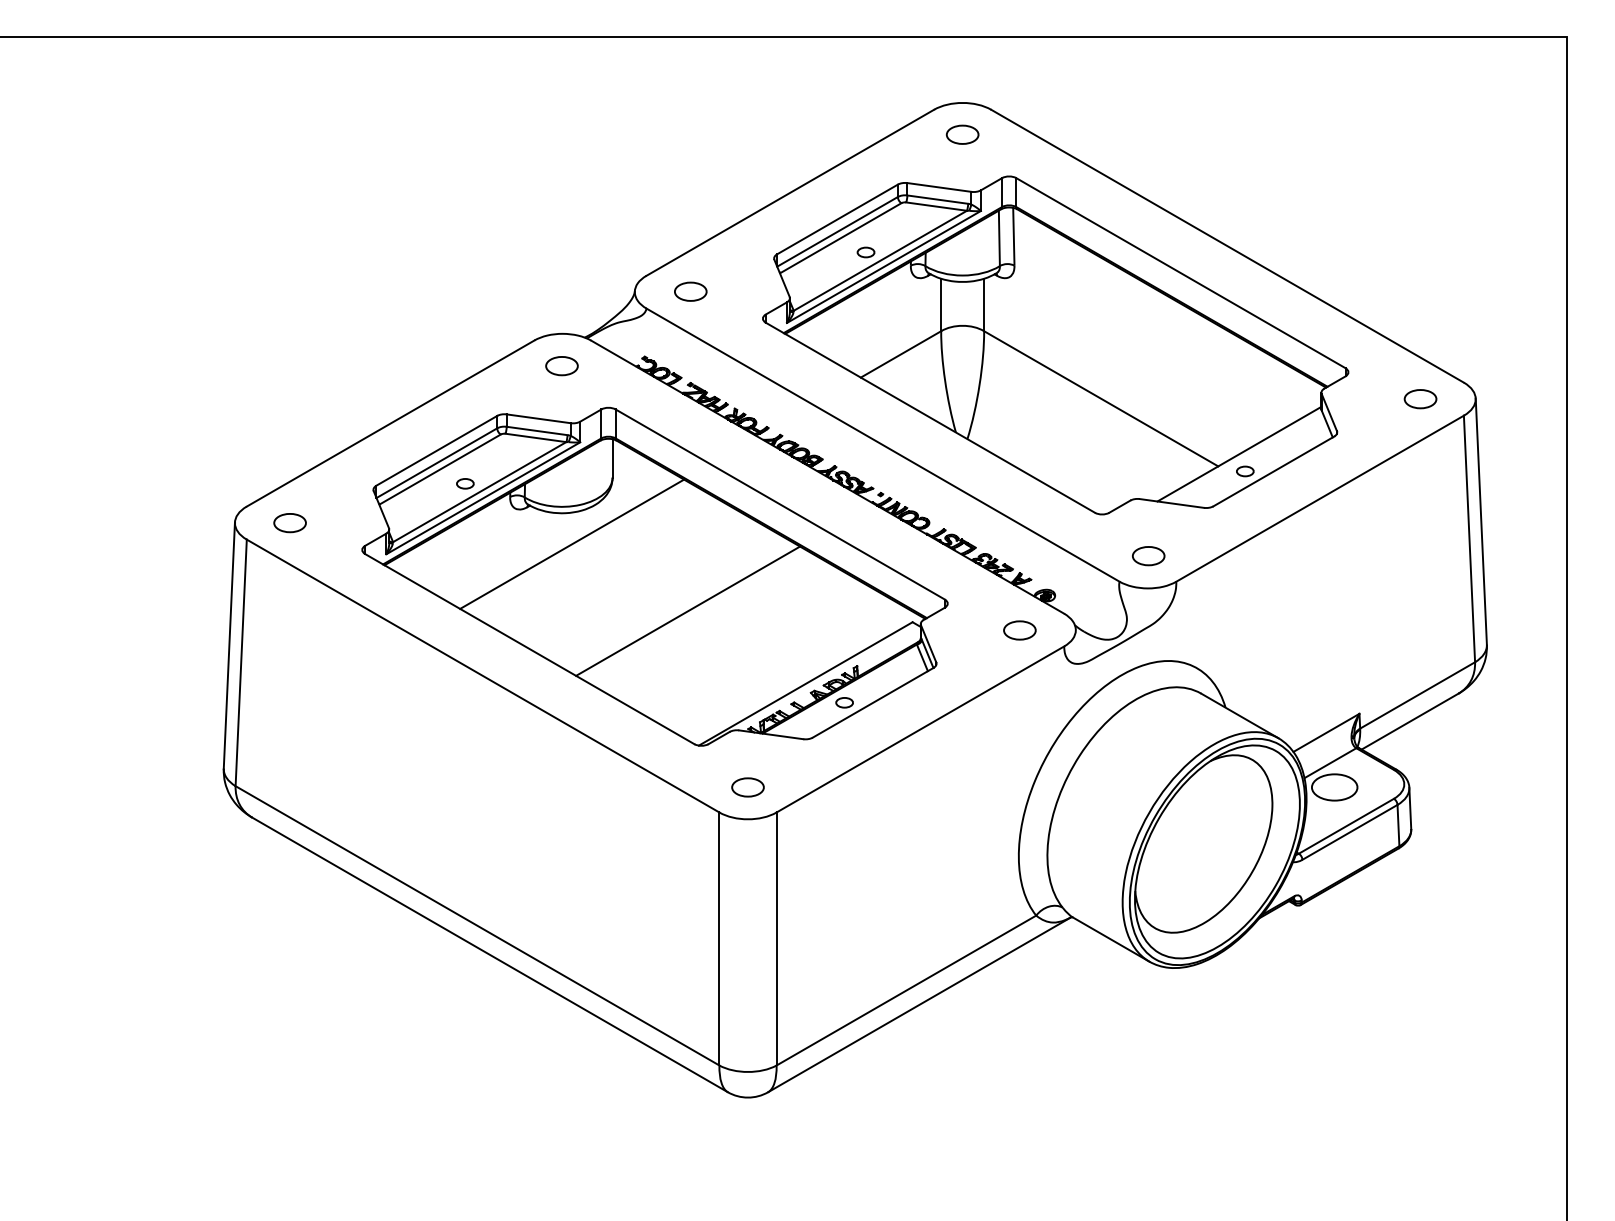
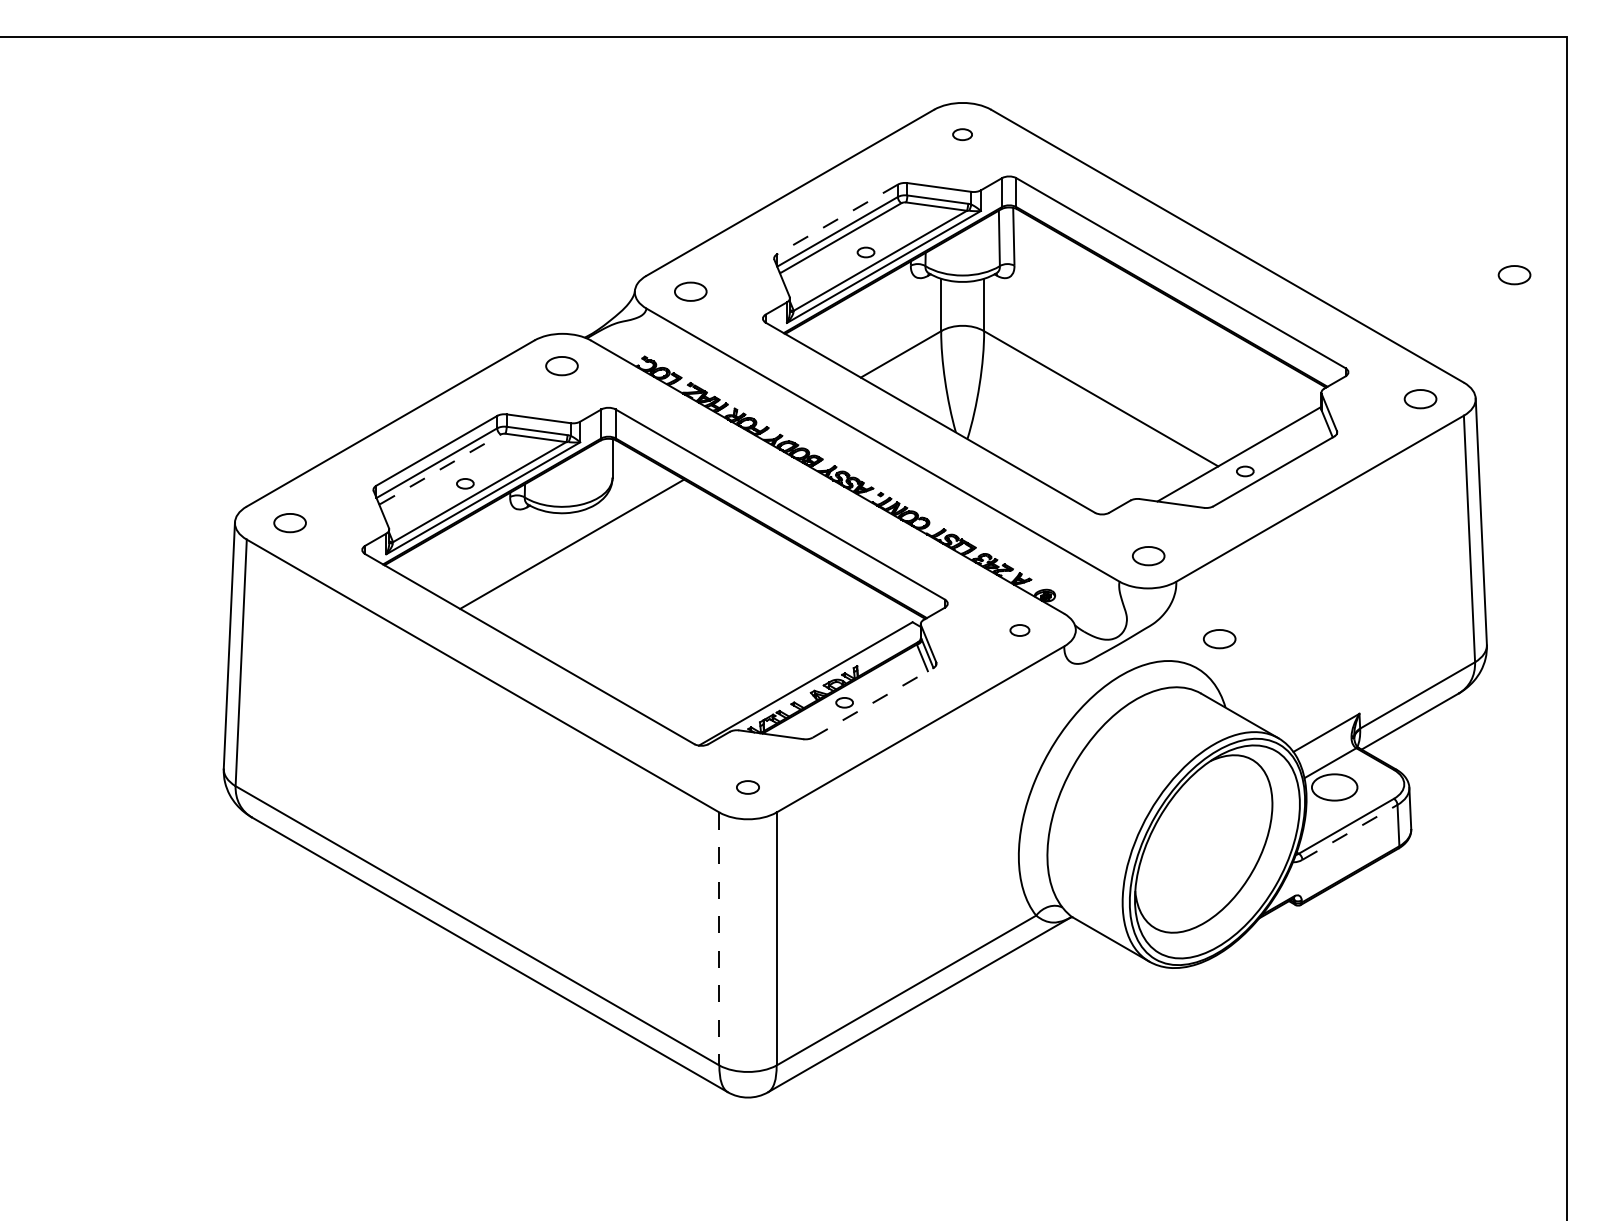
part at (962, 134) size: 35x21 px -> 21x14 px
line at (837, 219): solid -> dashed
part at (1514, 275): none -> present
line at (440, 469): solid -> dashed
line at (688, 610): present -> none
part at (1019, 630) size: 34x21 px -> 22x13 px
part at (1219, 639): none -> present
line at (873, 702): solid -> dashed
part at (747, 787) size: 34x21 px -> 24x15 px
line at (1349, 832): solid -> dashed
line at (719, 938): solid -> dashed
